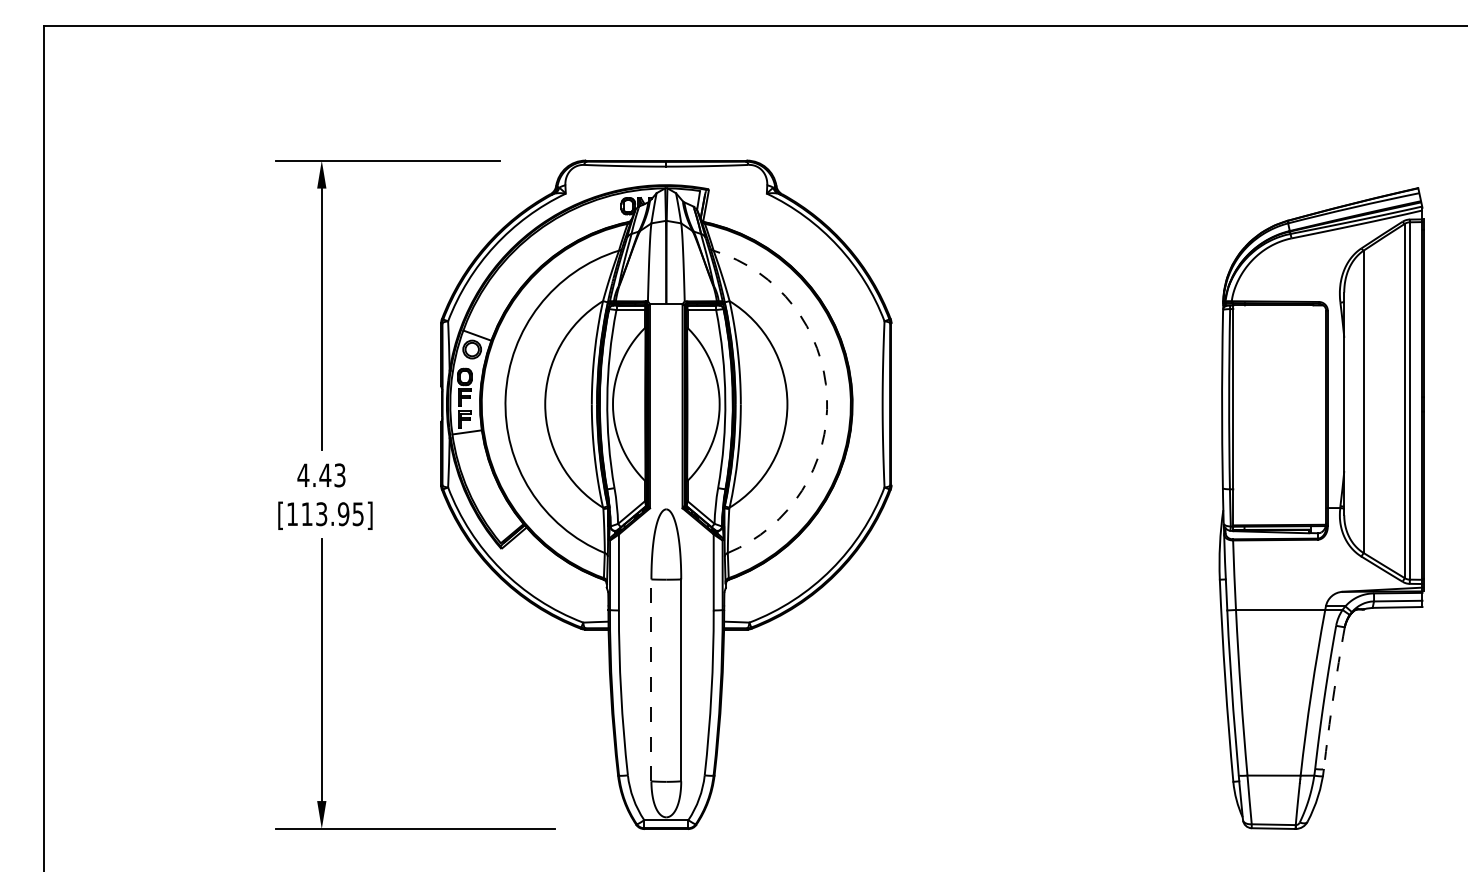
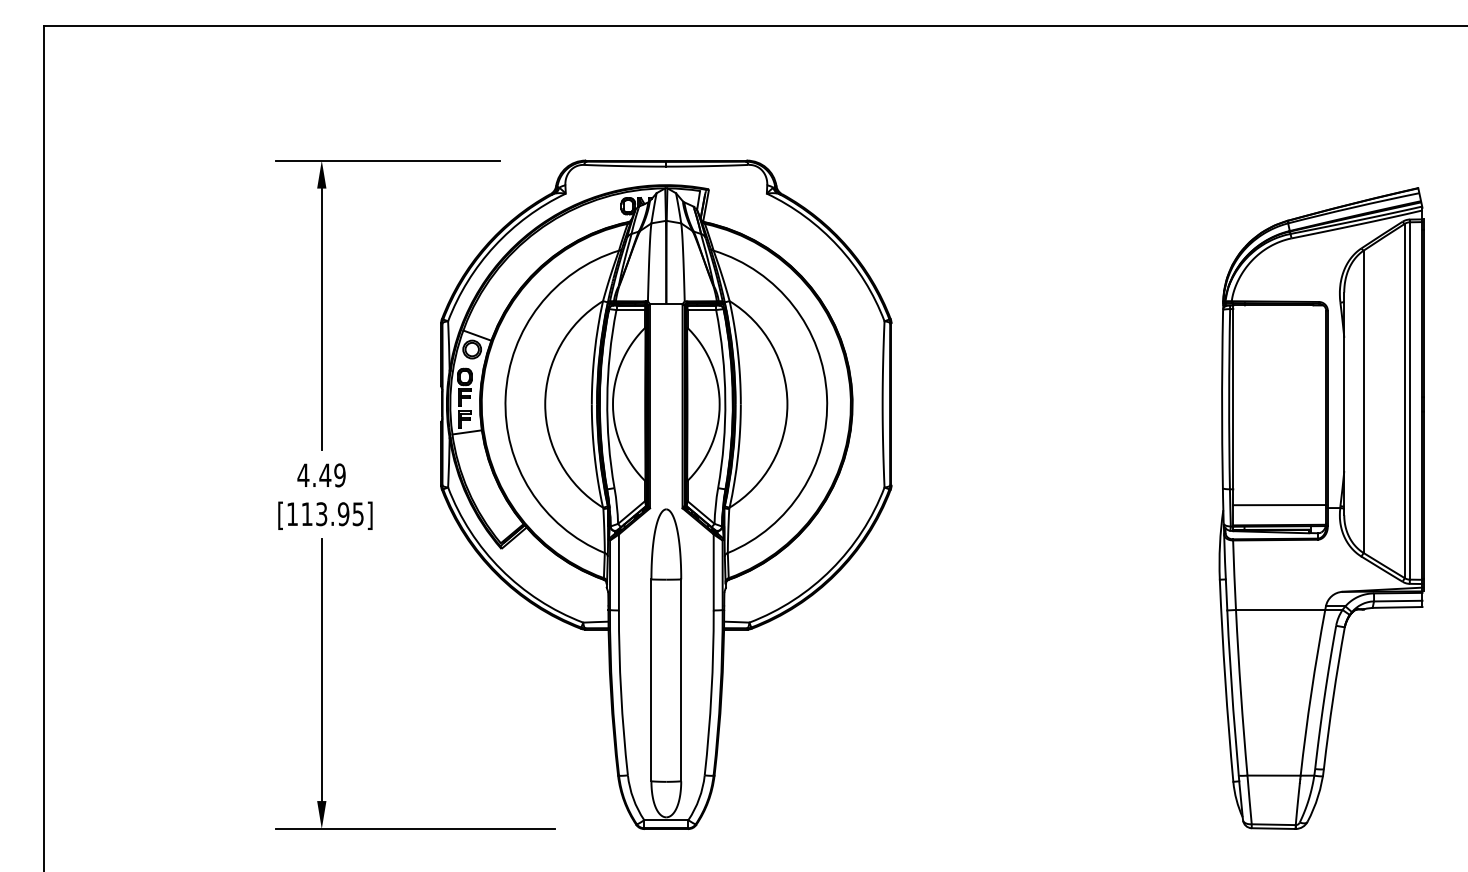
arc at (827, 396): dashed -> solid
text at (339, 475): 4.43 -> 4.49
line at (1279, 505): none -> present
line at (651, 680): dashed -> solid
arc at (1333, 698): dashed -> solid
